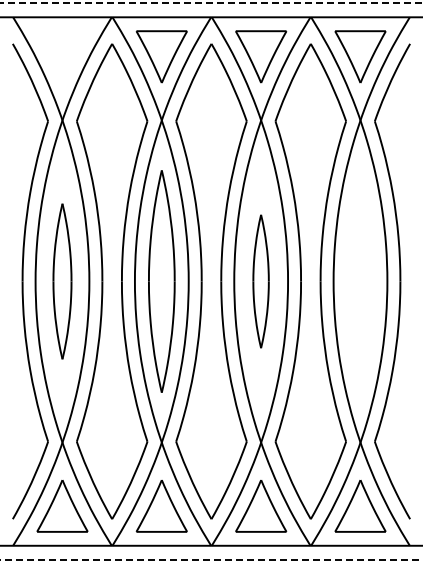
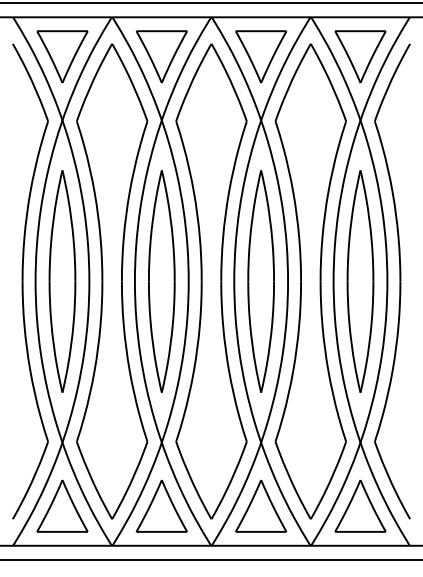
line at (211, 3): dashed -> solid
part at (62, 56): none -> present
part at (62, 281) size: 21x157 px -> 29x223 px
part at (260, 281) size: 18x135 px -> 28x223 px
part at (360, 281): none -> present
line at (211, 559): dashed -> solid
